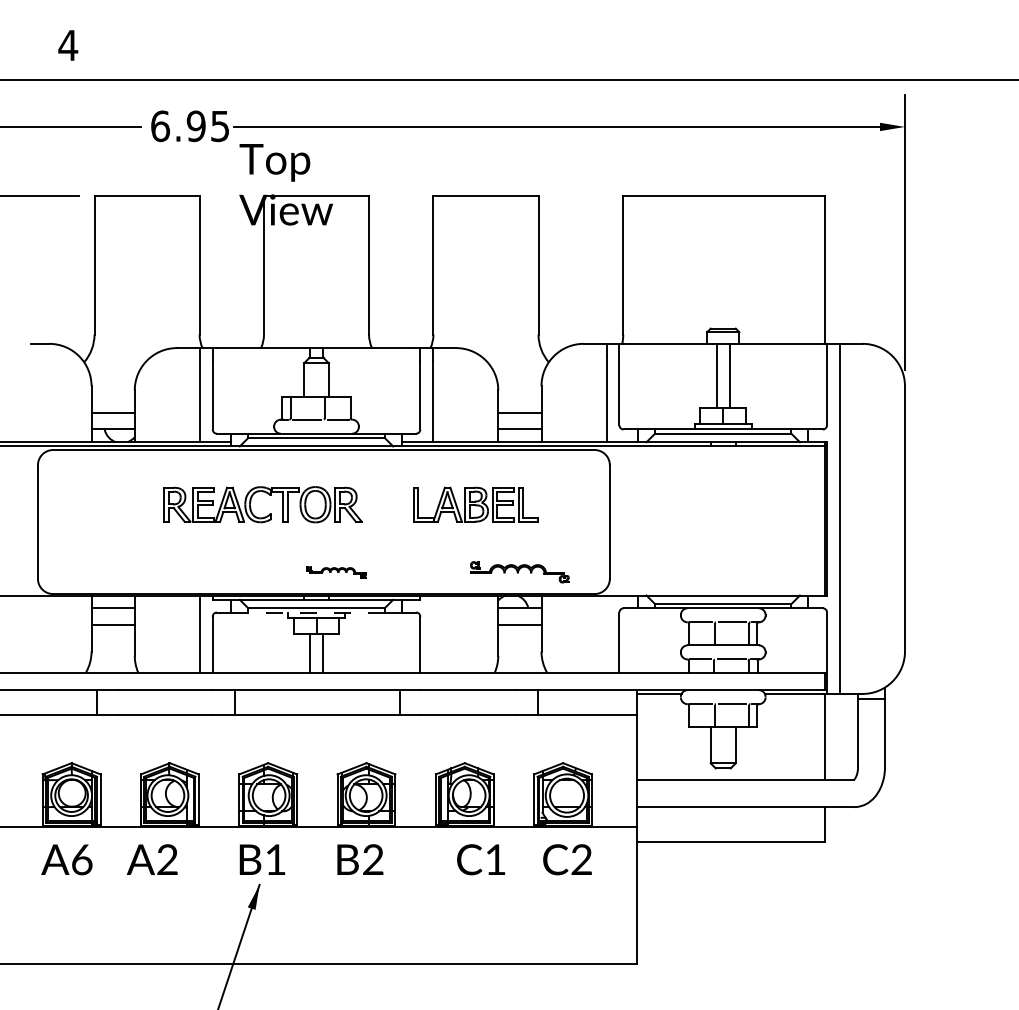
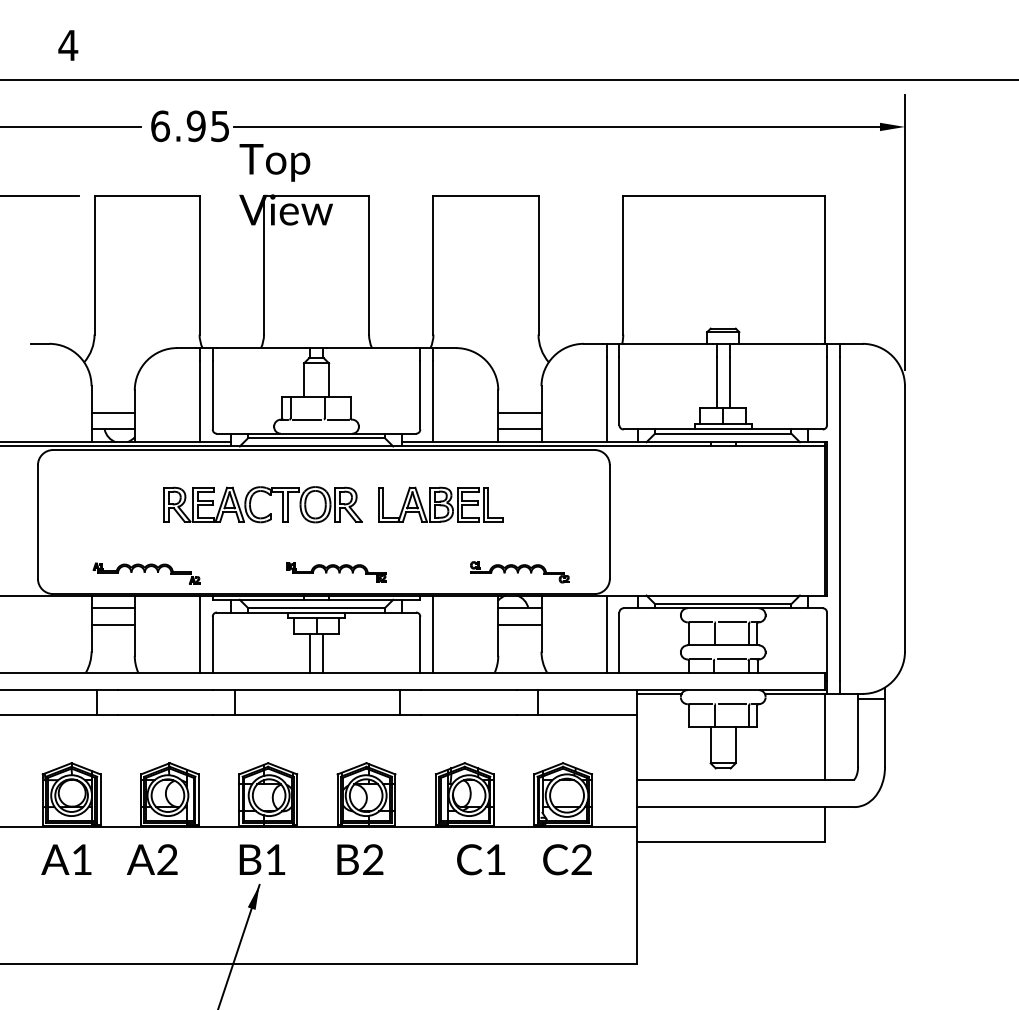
part at (475, 504) position: (475, 504) -> (440, 504)
part at (336, 572) size: 61x13 px -> 101x21 px
part at (146, 573): none -> present
line at (316, 612): dashed -> solid
line at (433, 633): none -> present
line at (606, 633): none -> present
text at (82, 859): A6 -> A1
